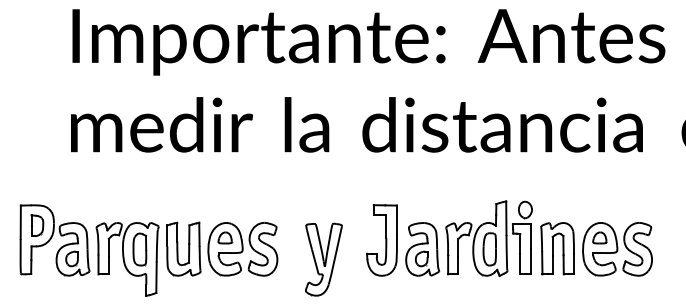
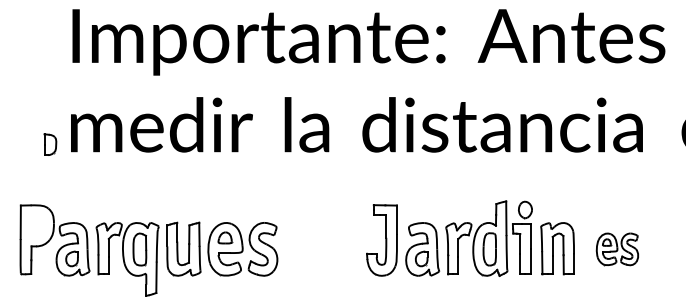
part at (37, 225) position: (37, 225) -> (50, 144)
part at (617, 249) size: 71x55 px -> 44x35 px
part at (323, 259): present -> none
